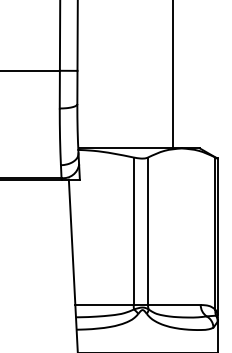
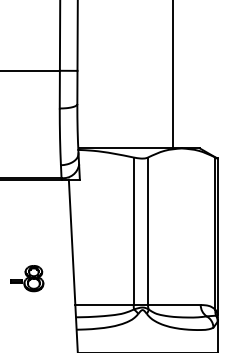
part at (27, 278): none -> present
